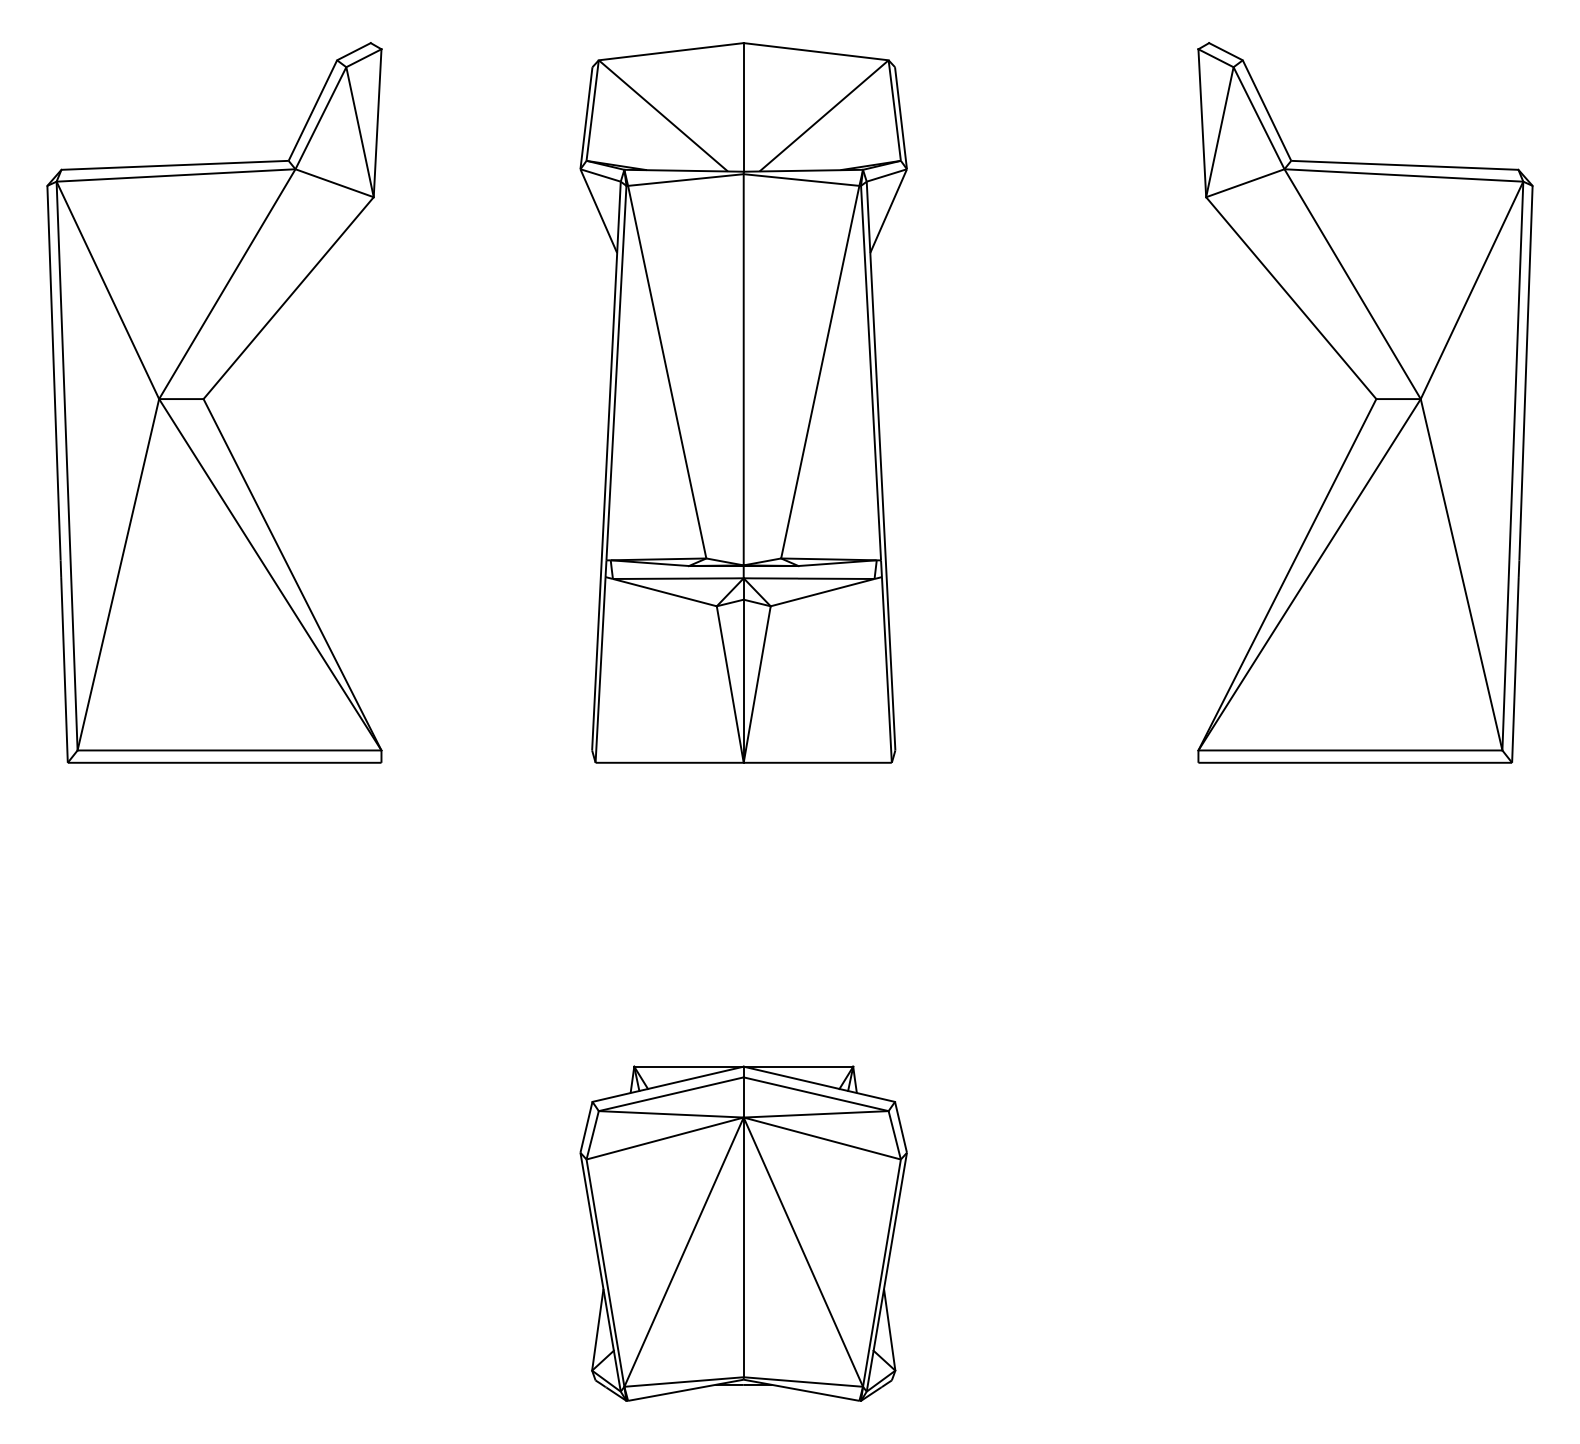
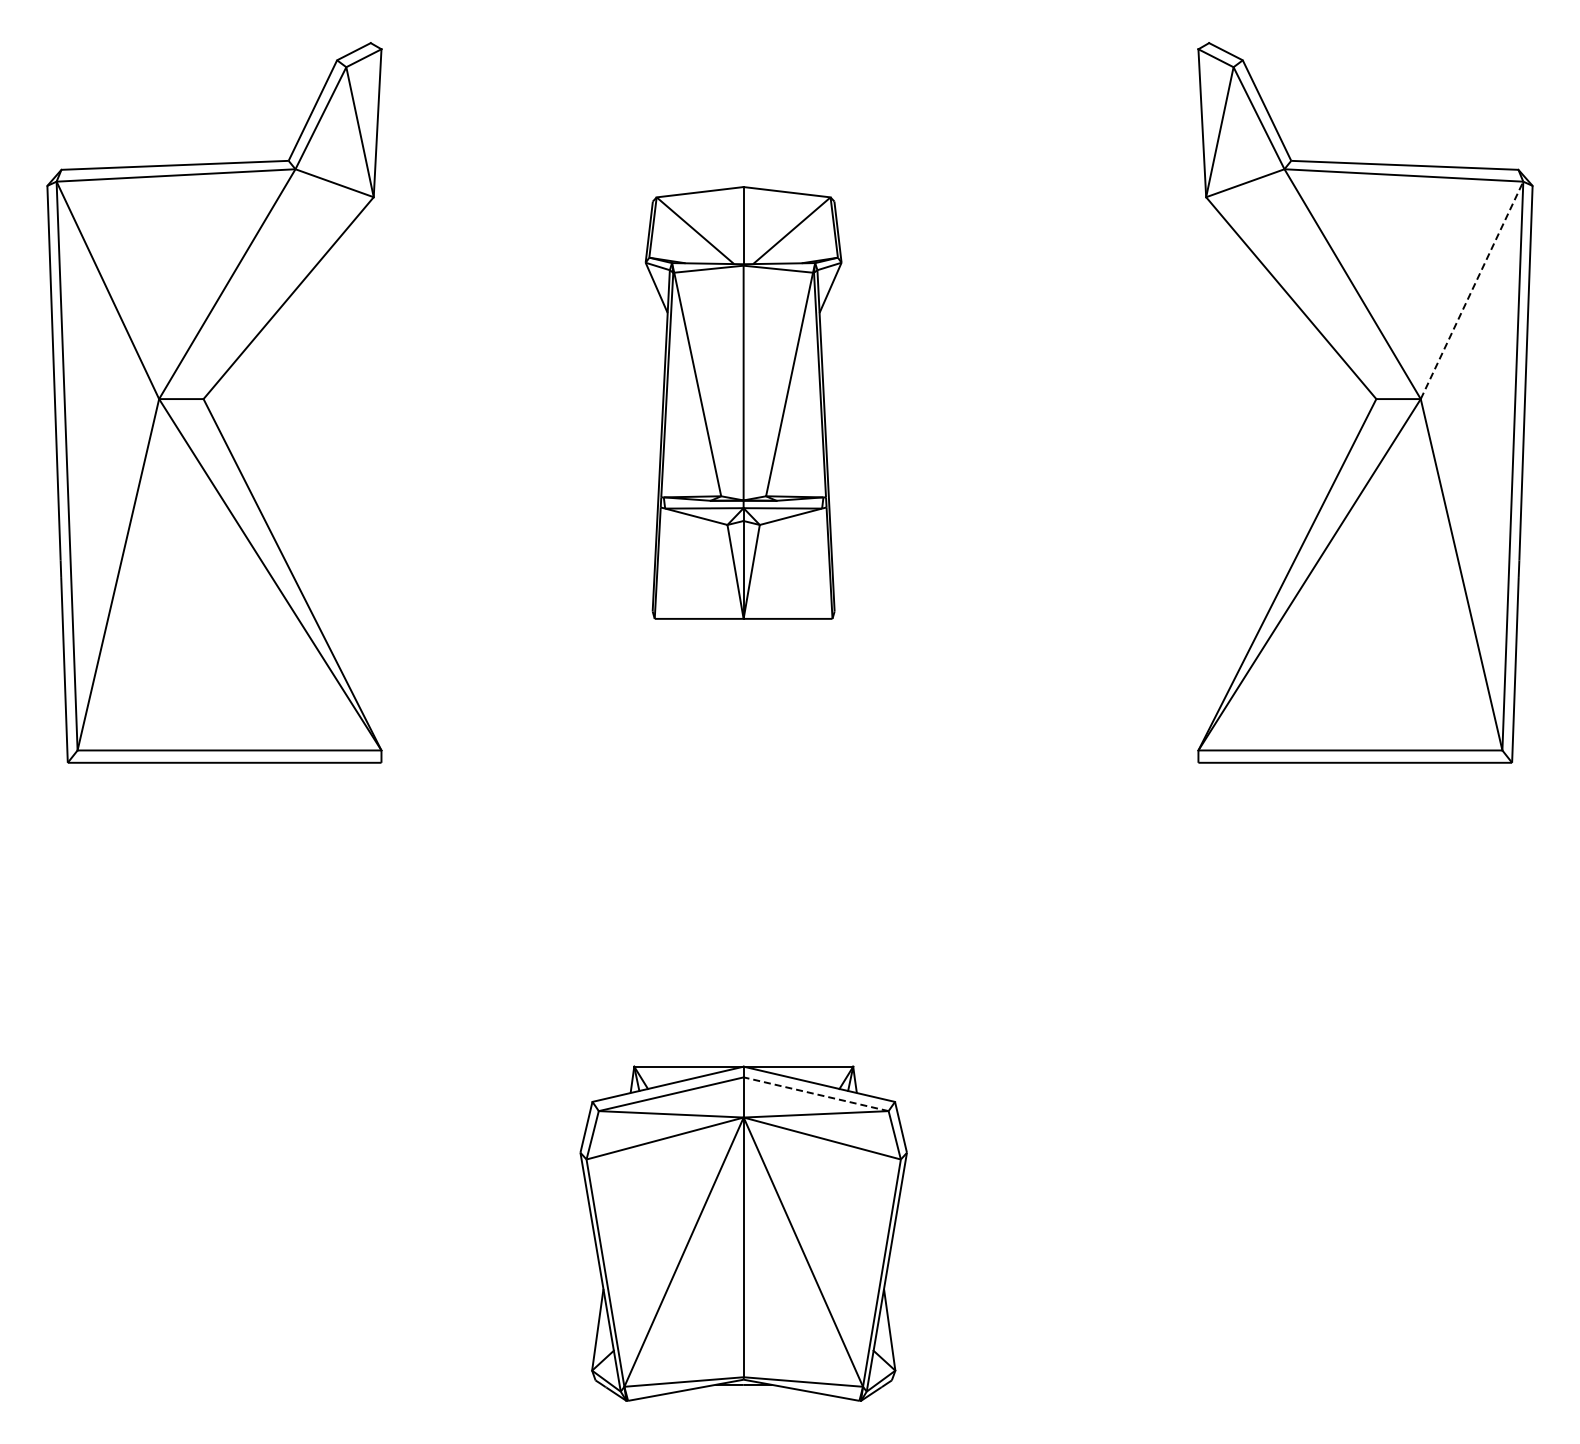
line at (1472, 289): solid -> dashed
part at (743, 402) size: 329x722 px -> 199x434 px
line at (815, 1094): solid -> dashed
